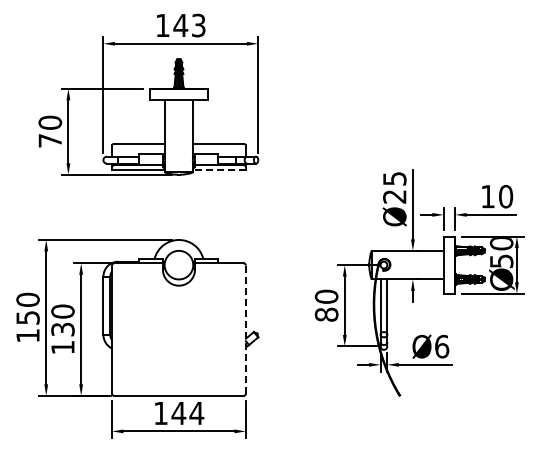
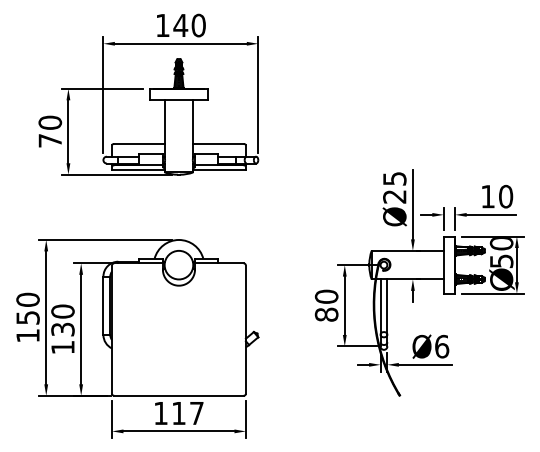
text at (198, 25): 143 -> 140
line at (219, 170): dashed -> solid
line at (245, 329): dashed -> solid
text at (187, 413): 144 -> 117
